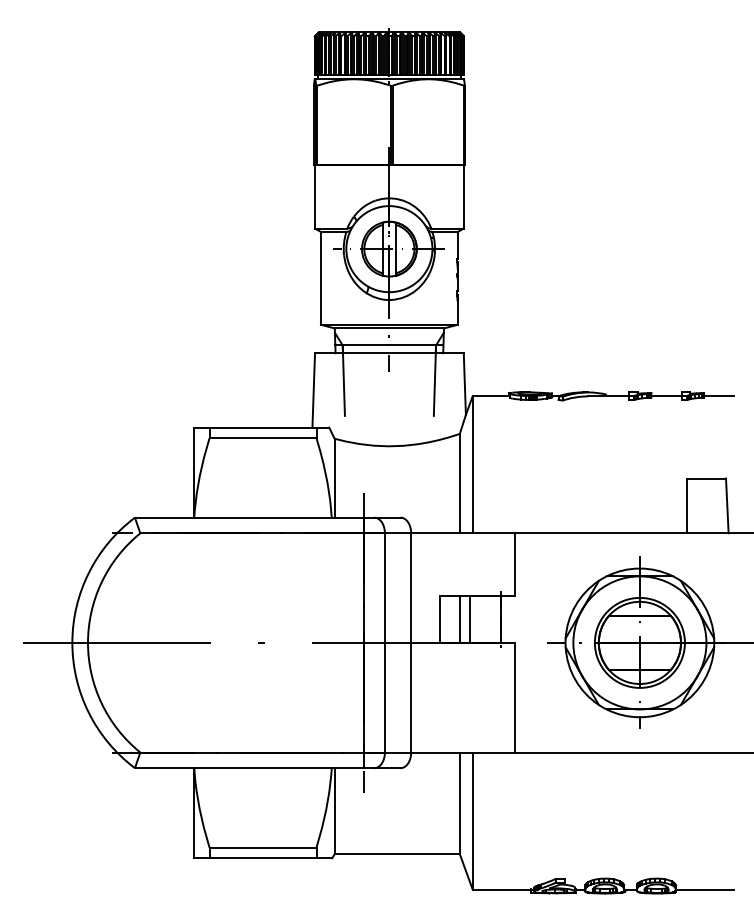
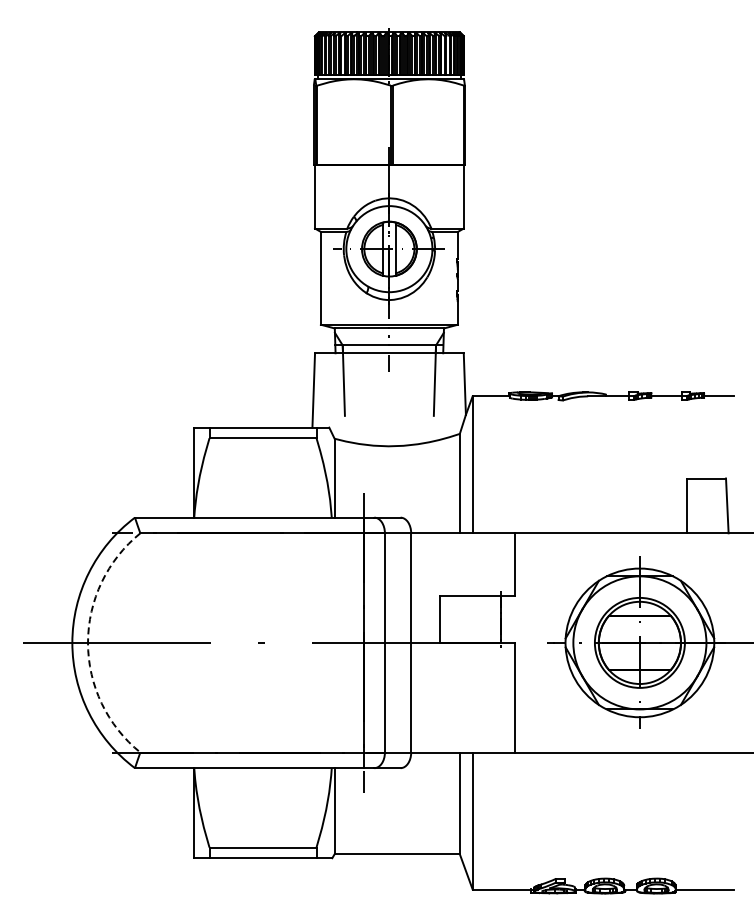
line at (459, 618): present -> none
line at (470, 618): present -> none
arc at (88, 642): solid -> dashed
